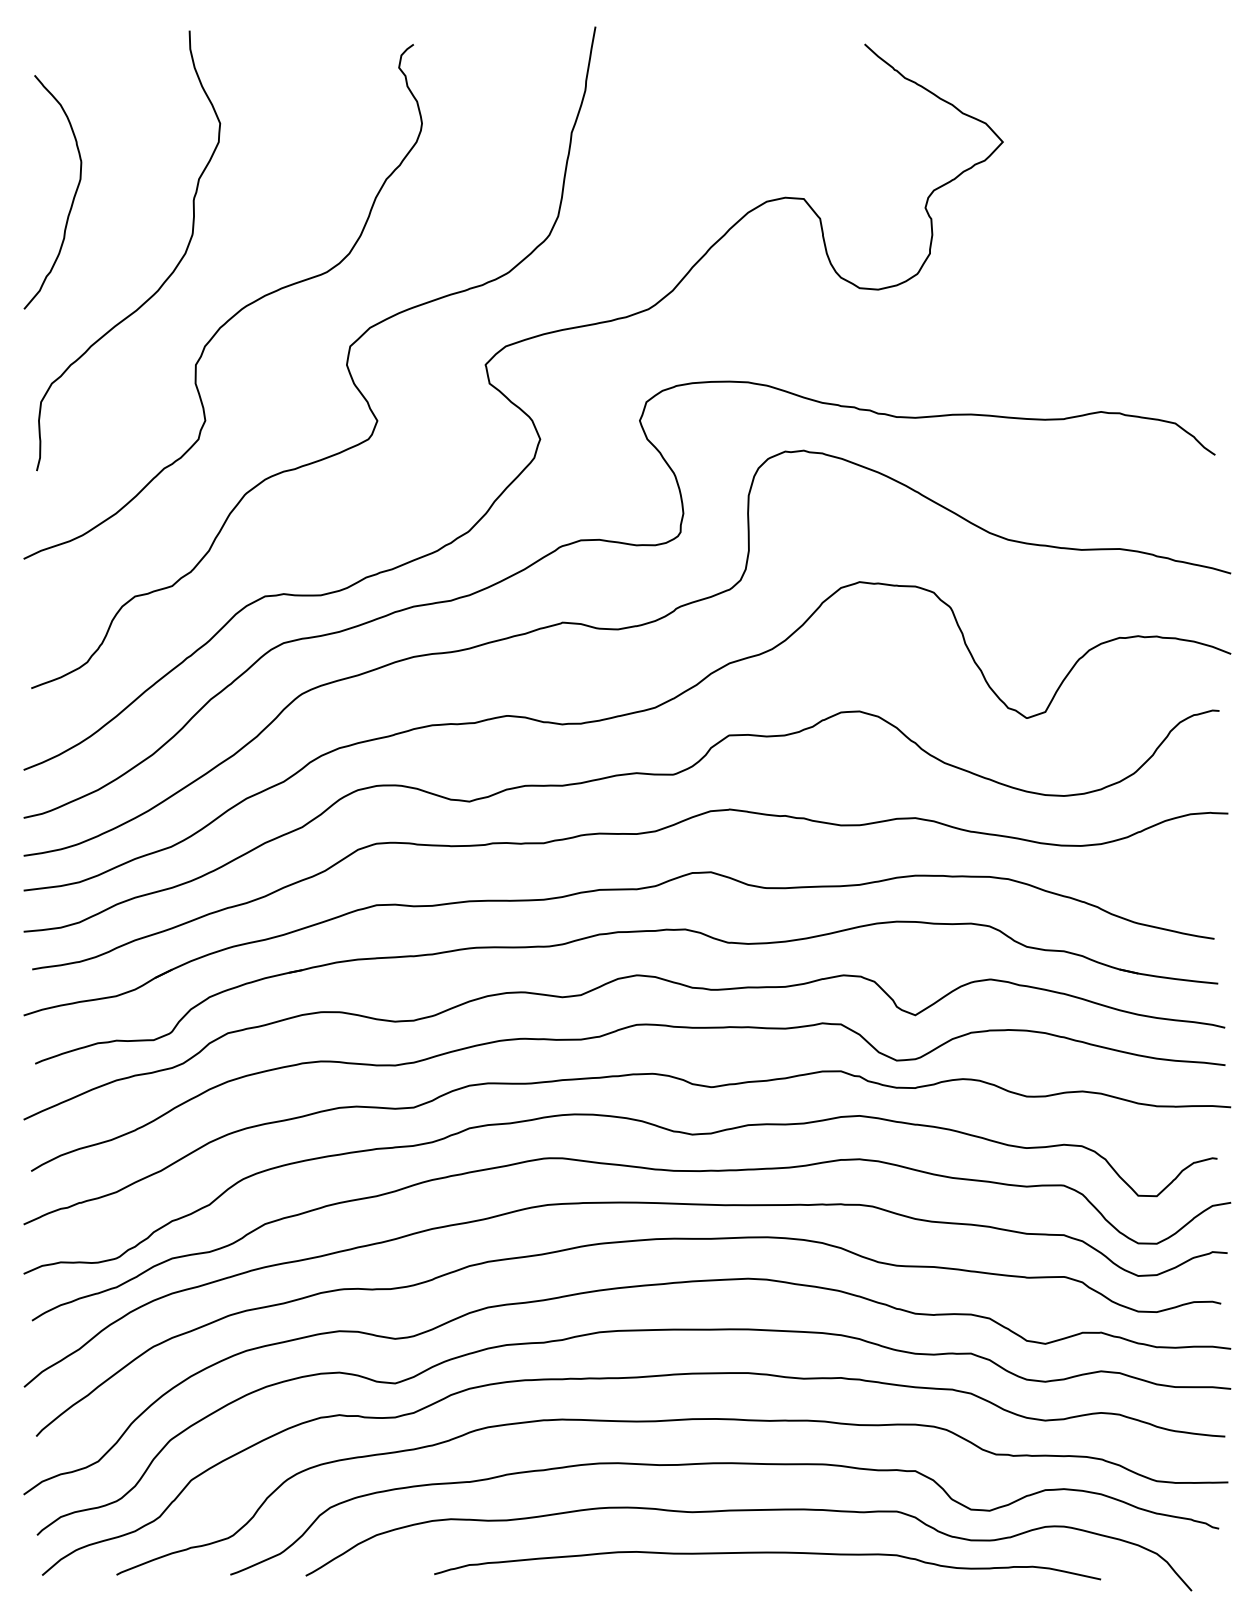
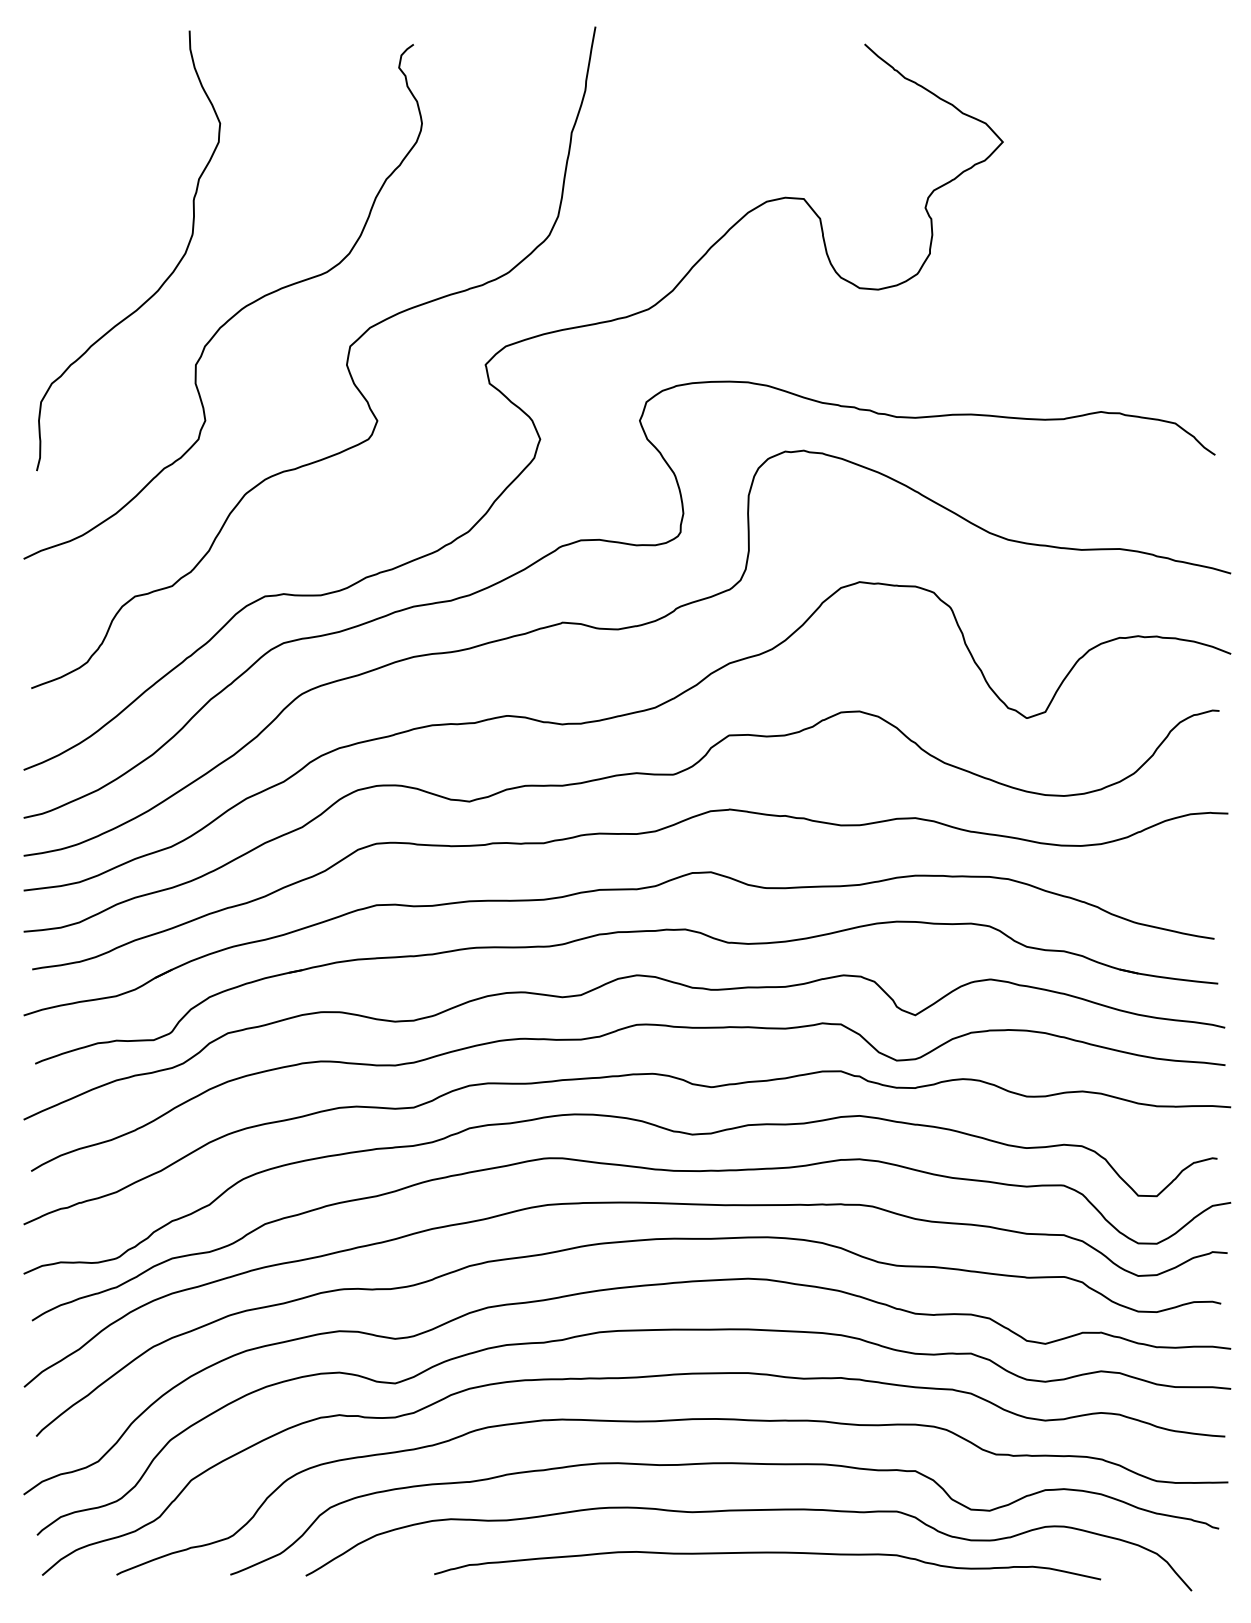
curve at (72, 199): present -> none
